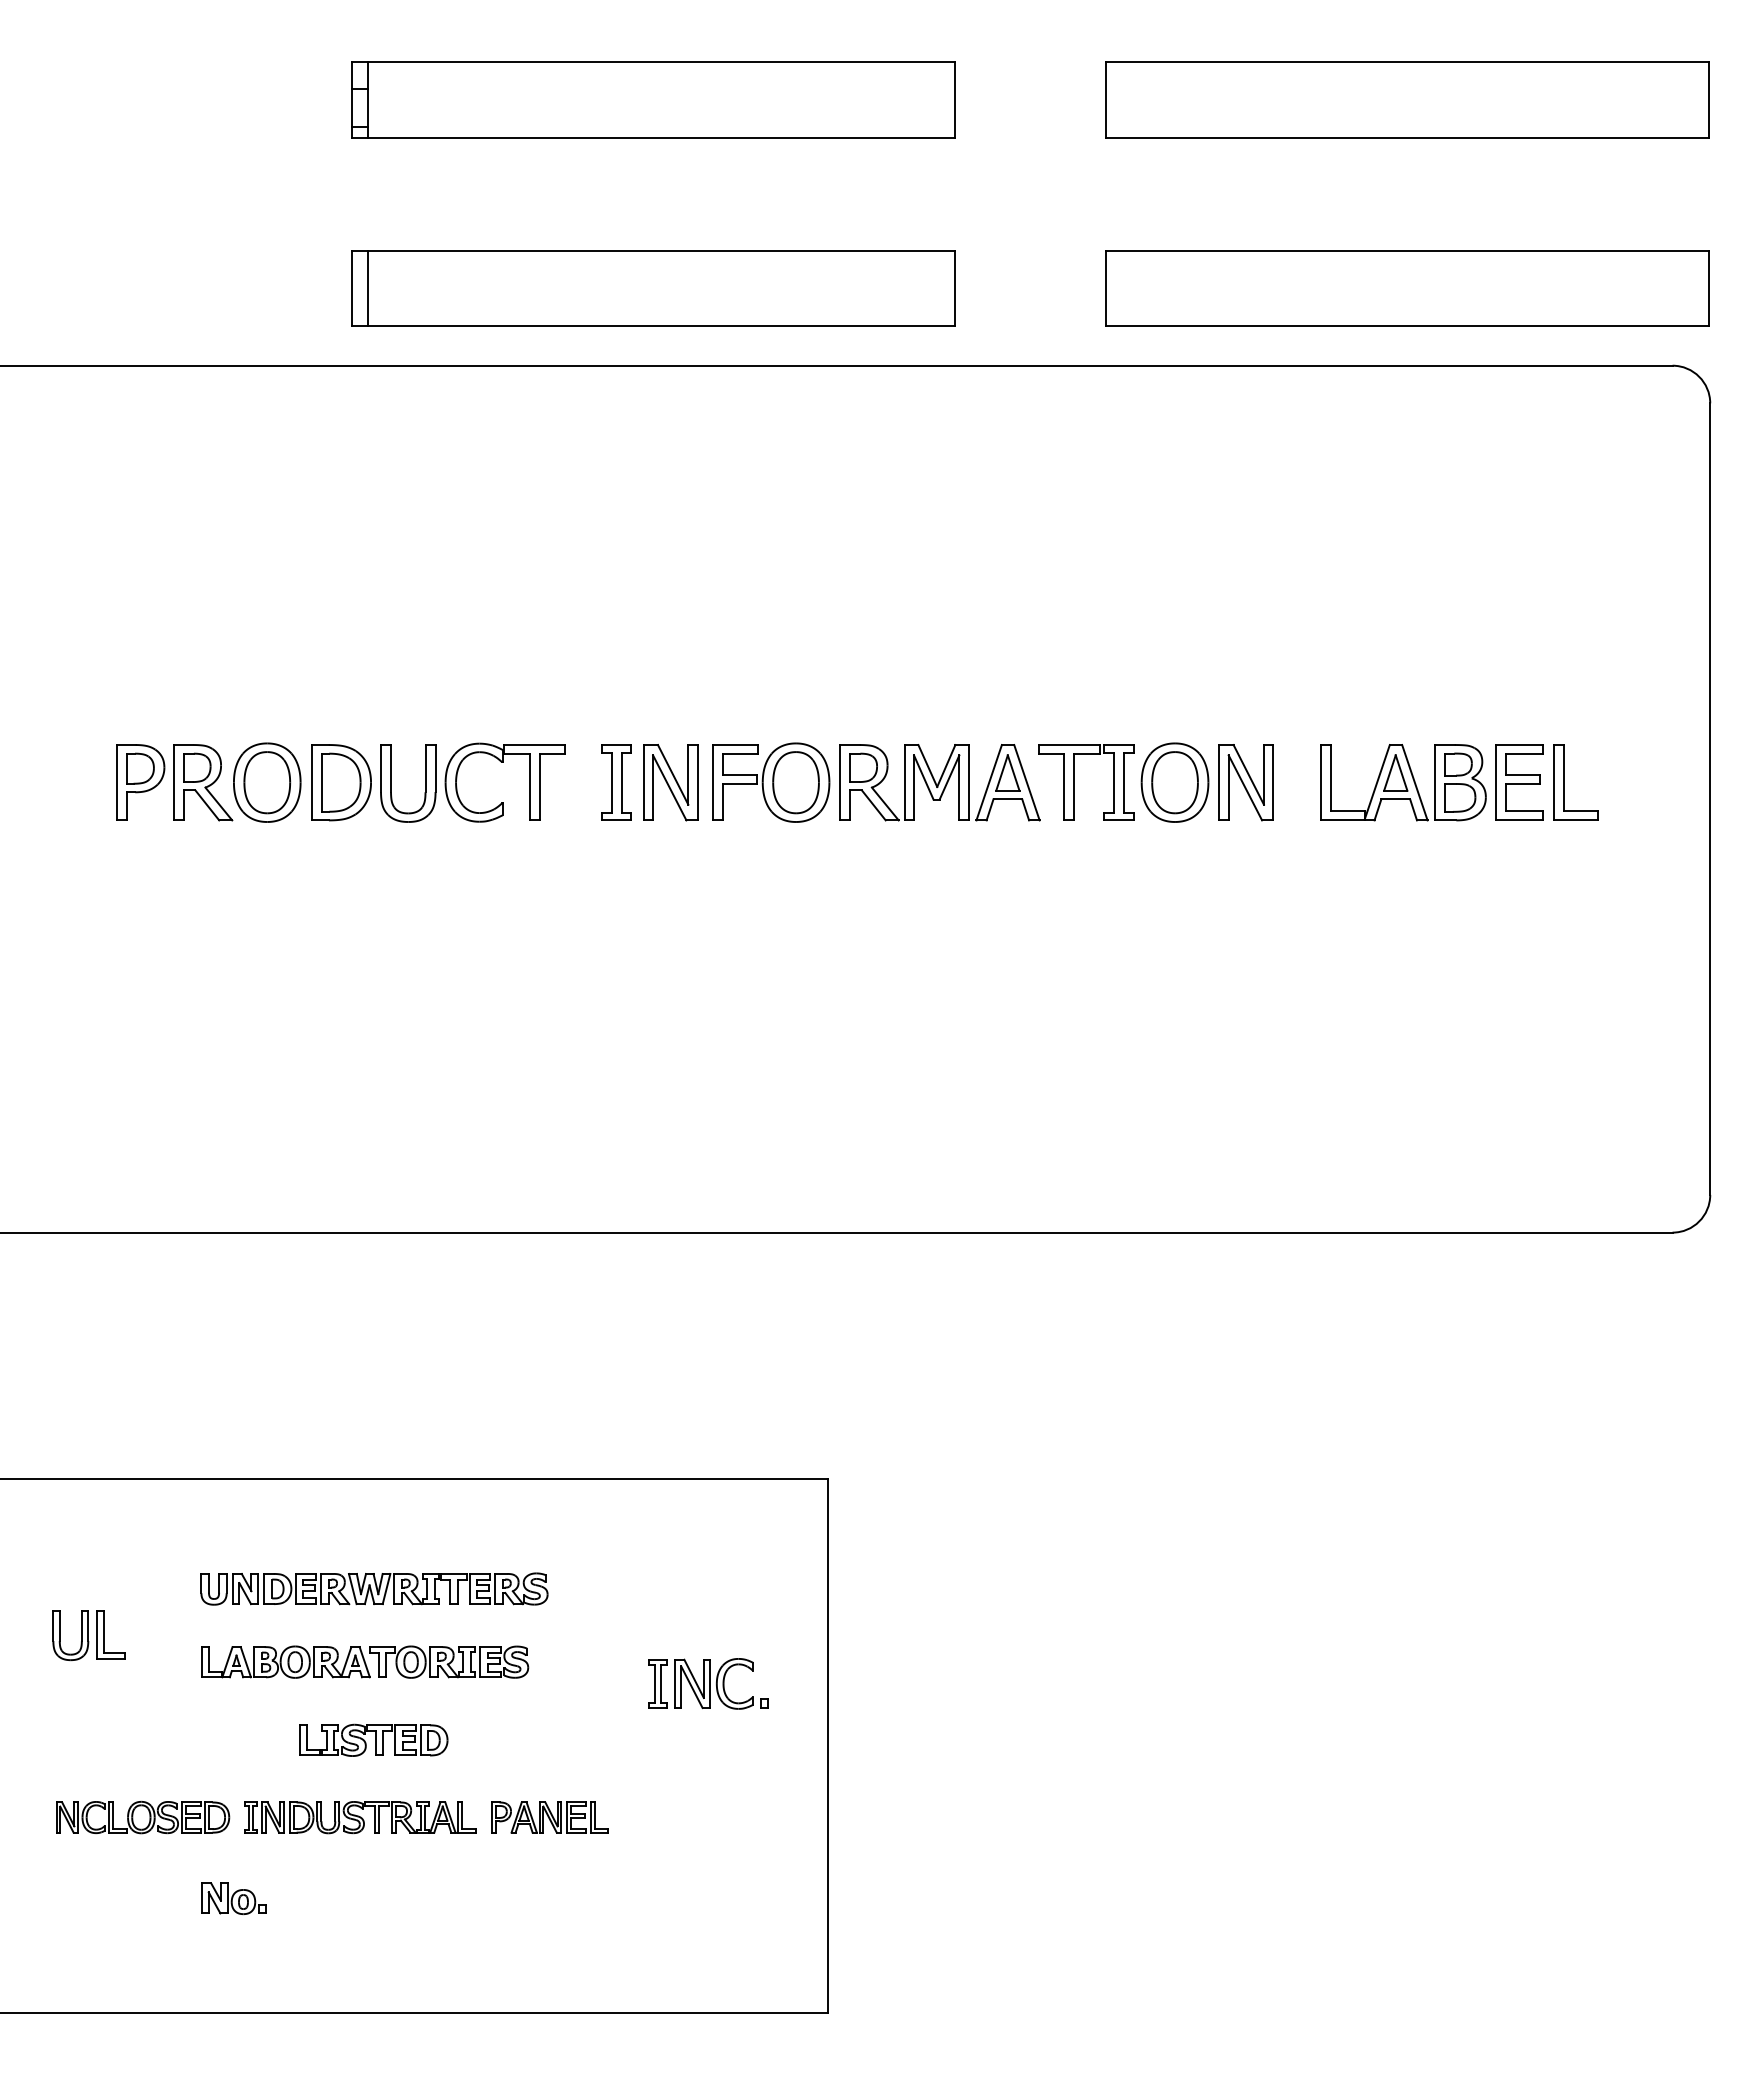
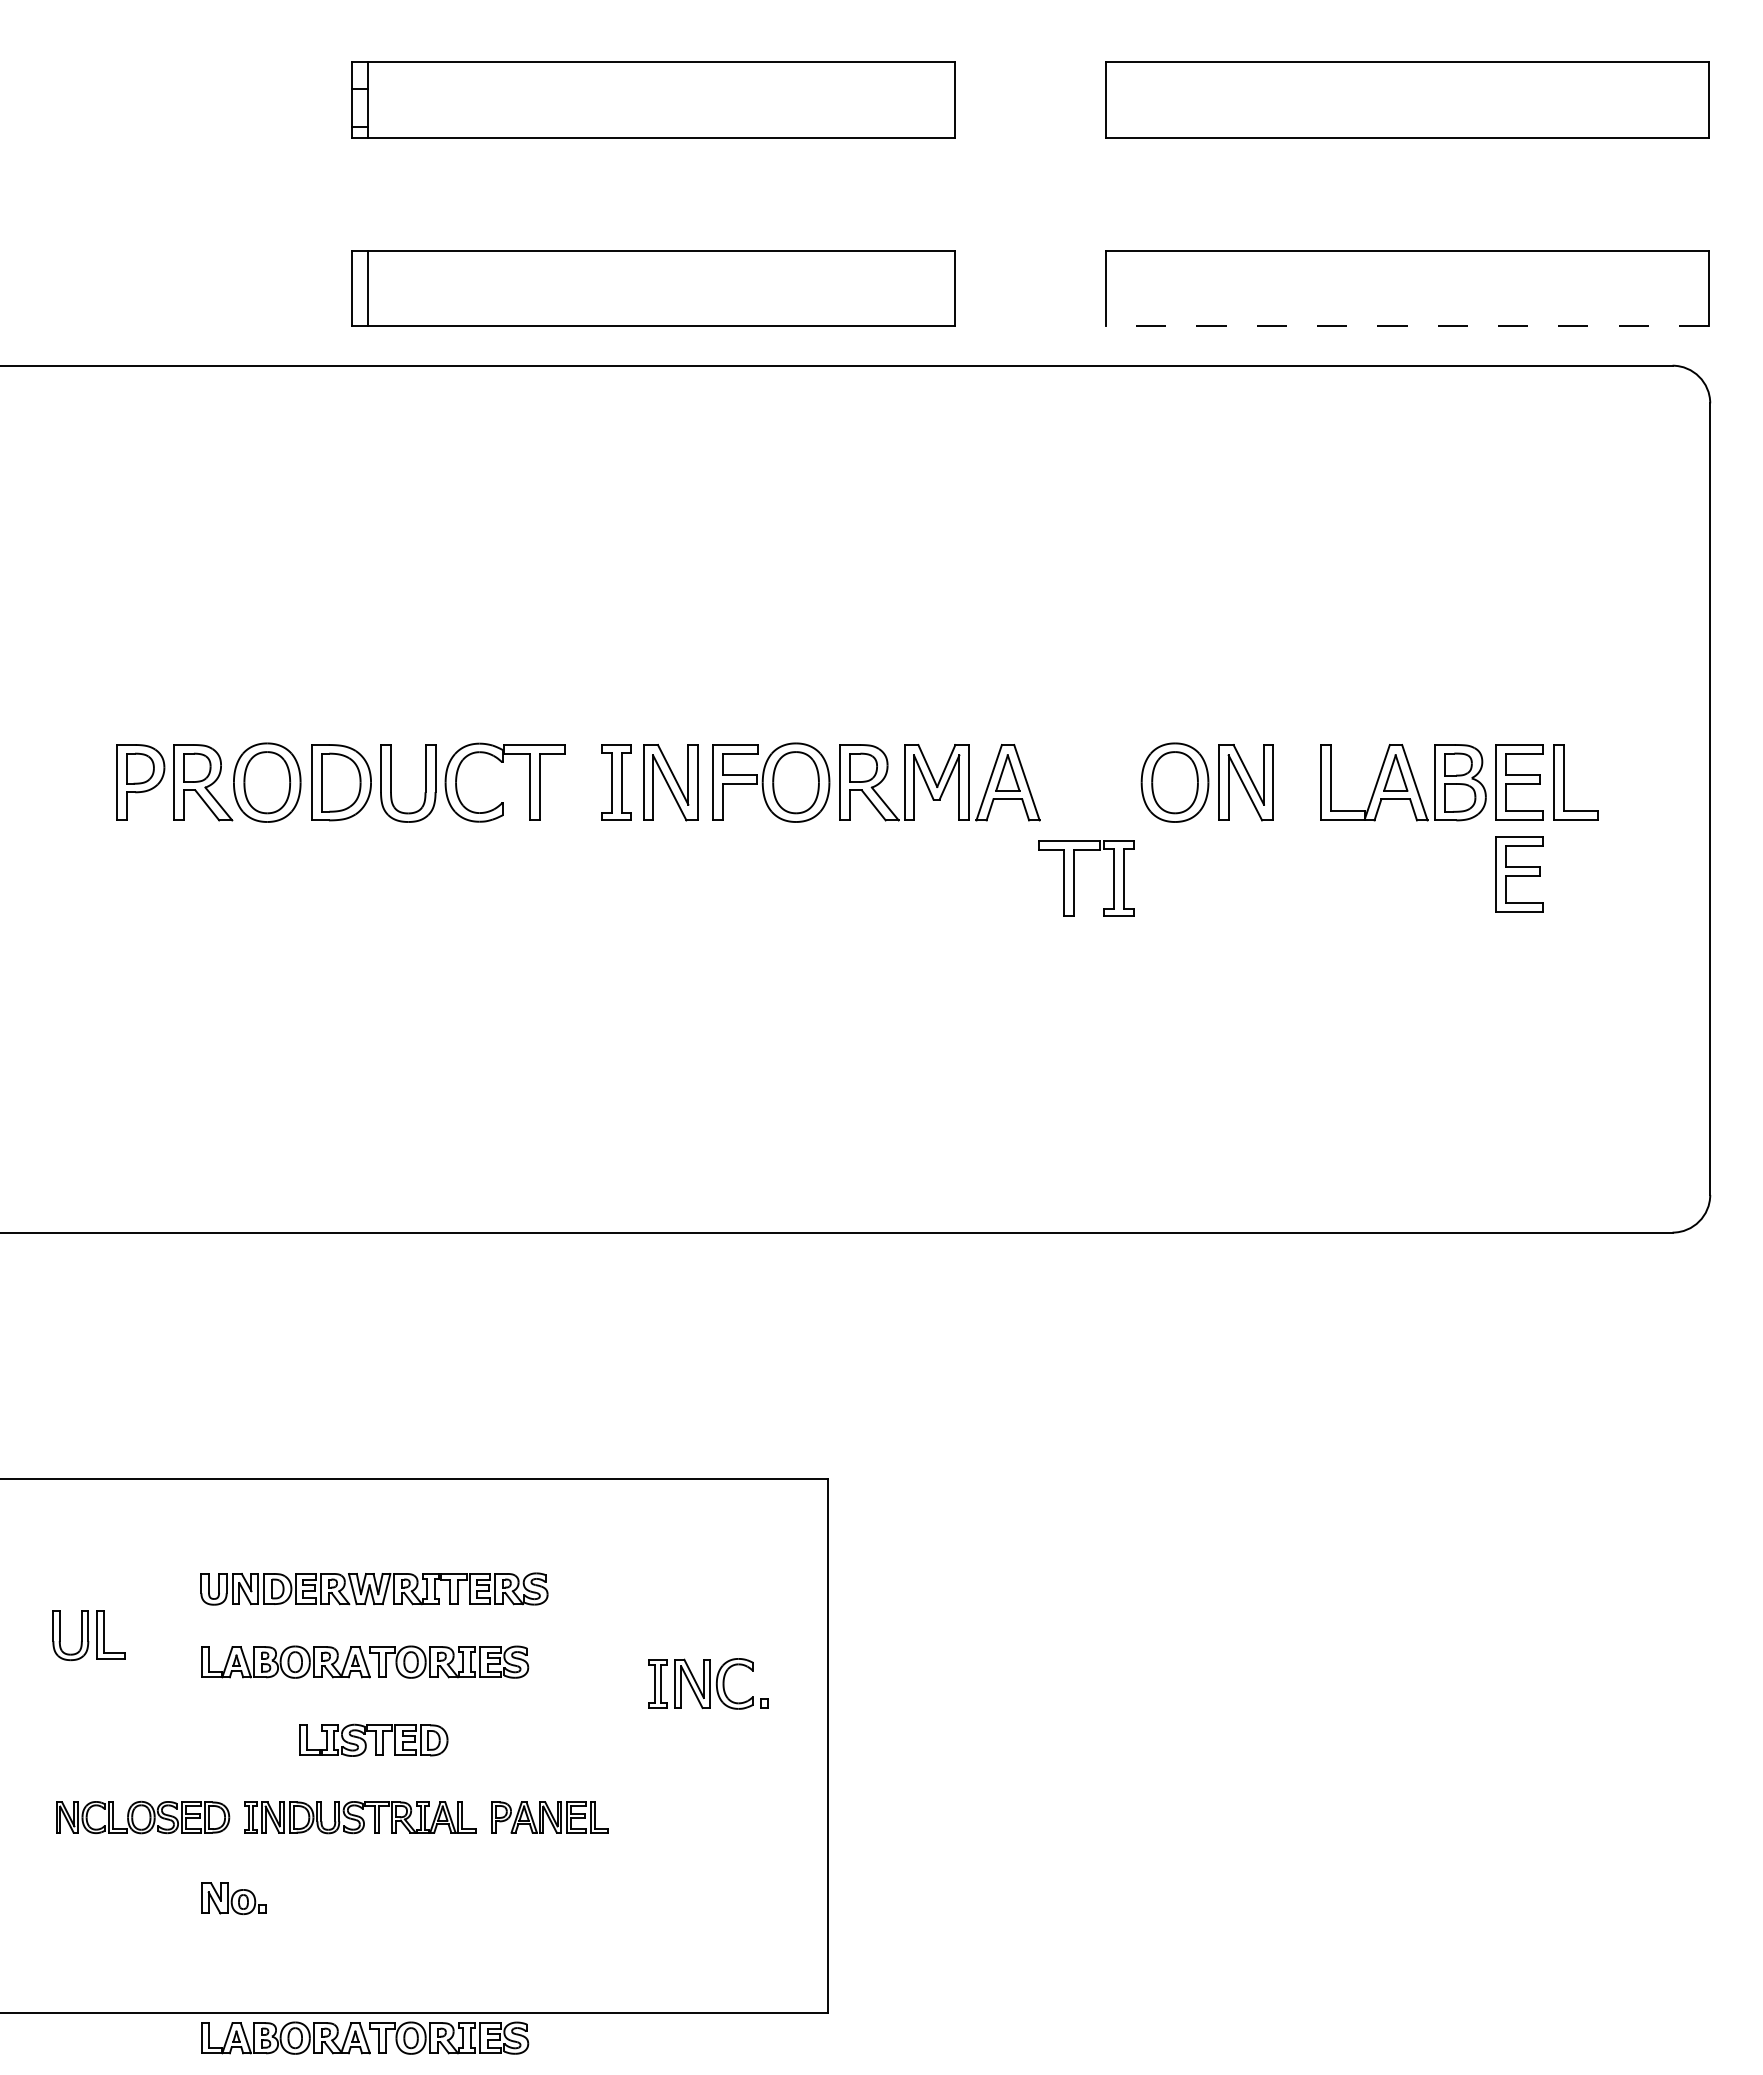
line at (1407, 326): solid -> dashed
part at (1074, 782) position: (1074, 782) -> (1074, 878)
part at (1519, 874): none -> present
part at (365, 2037): none -> present
